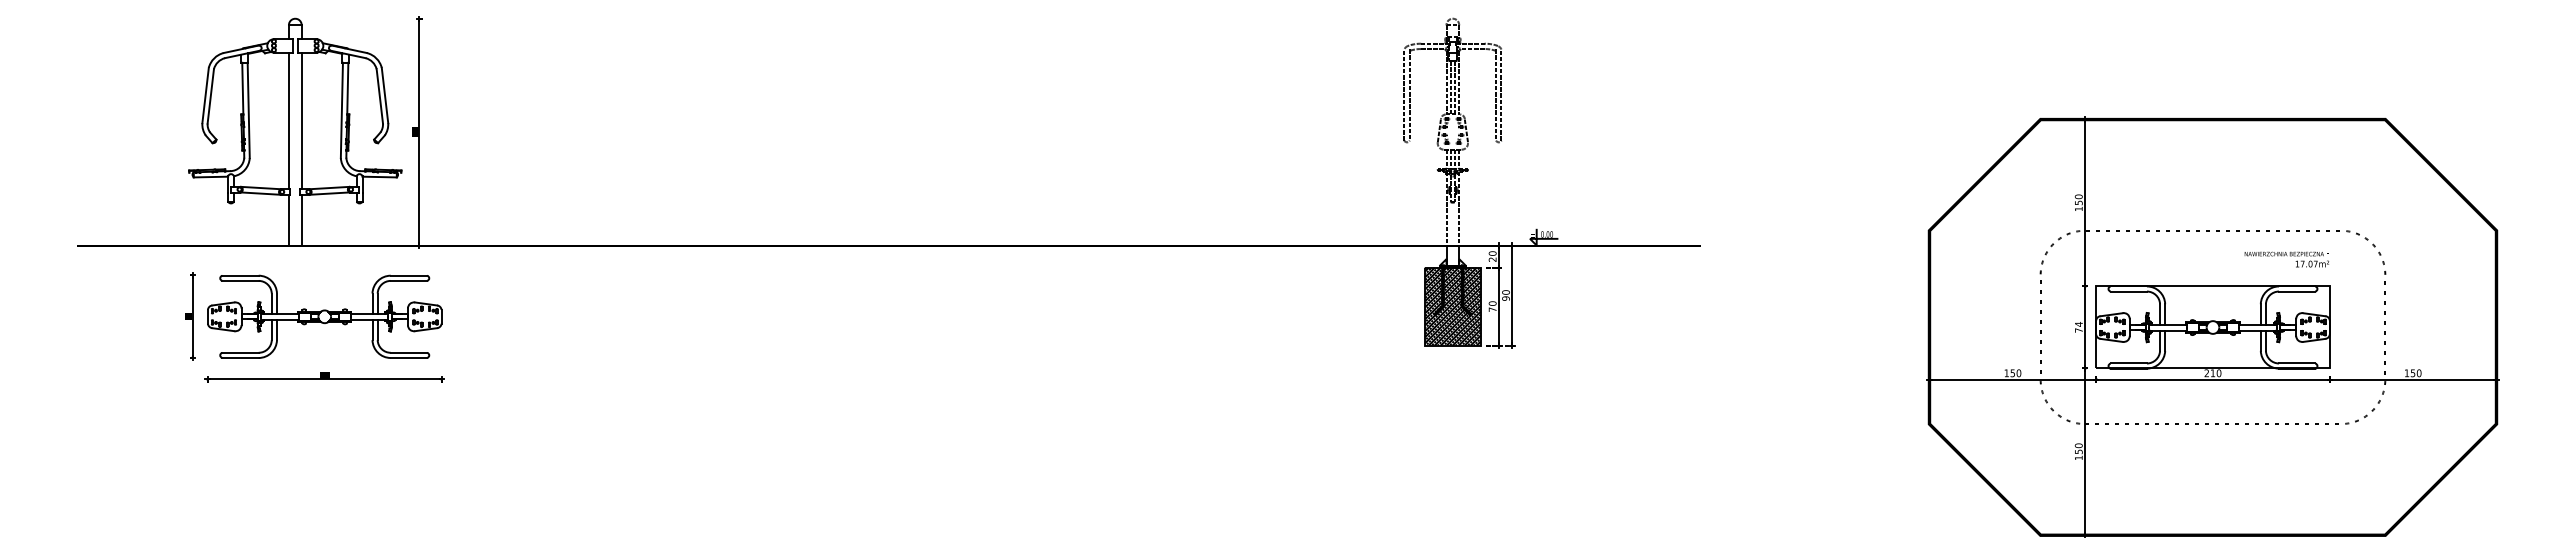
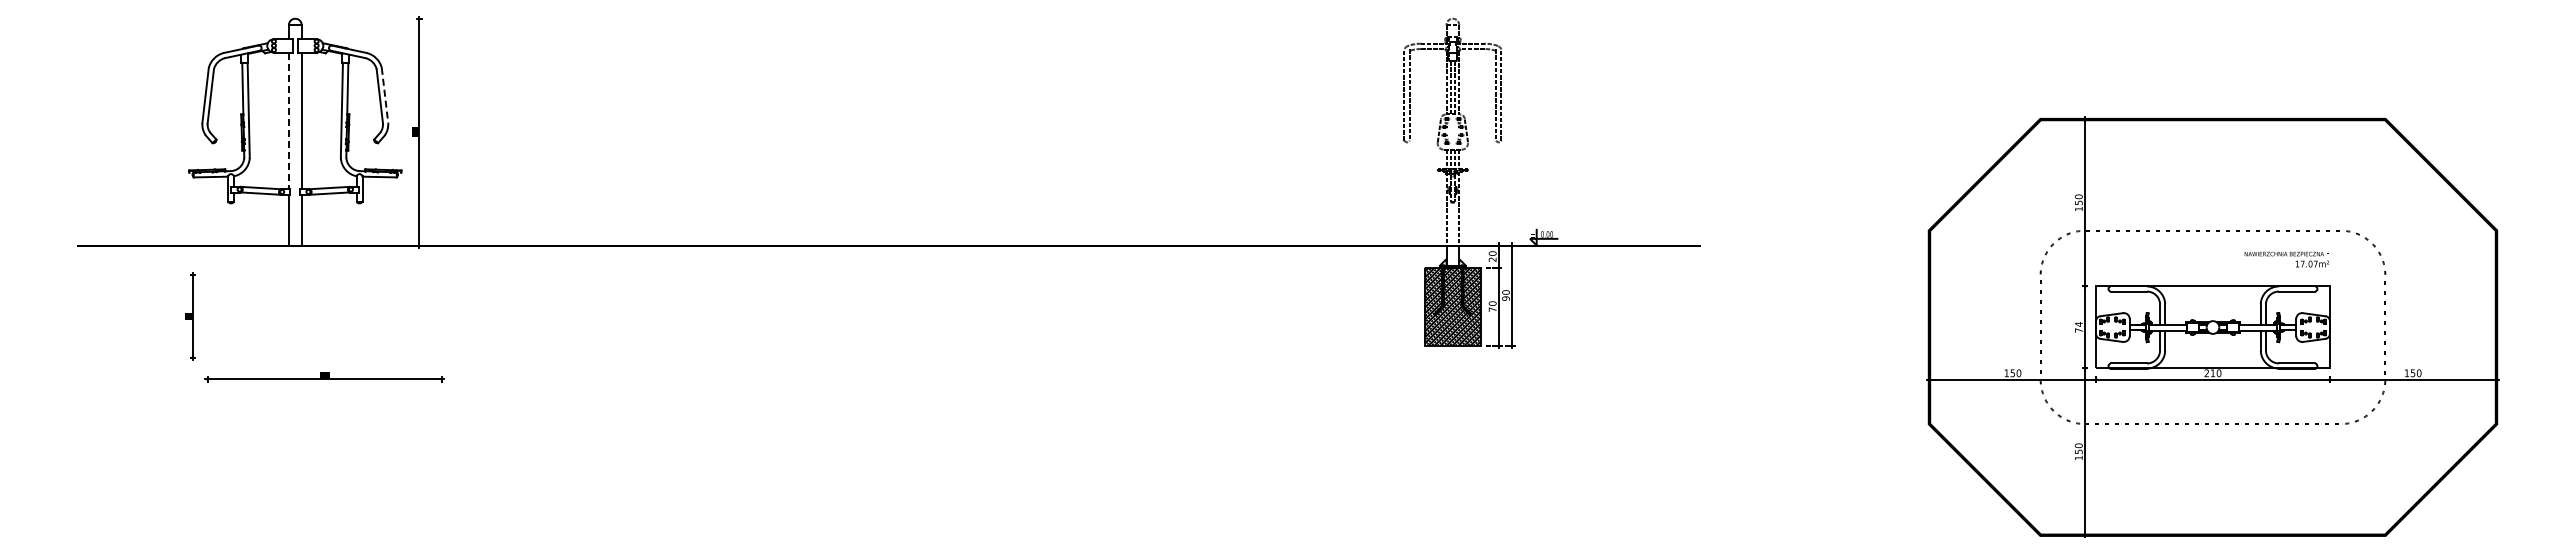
line at (385, 95): solid -> dashed
line at (289, 121): solid -> dashed
part at (324, 316): present -> none
